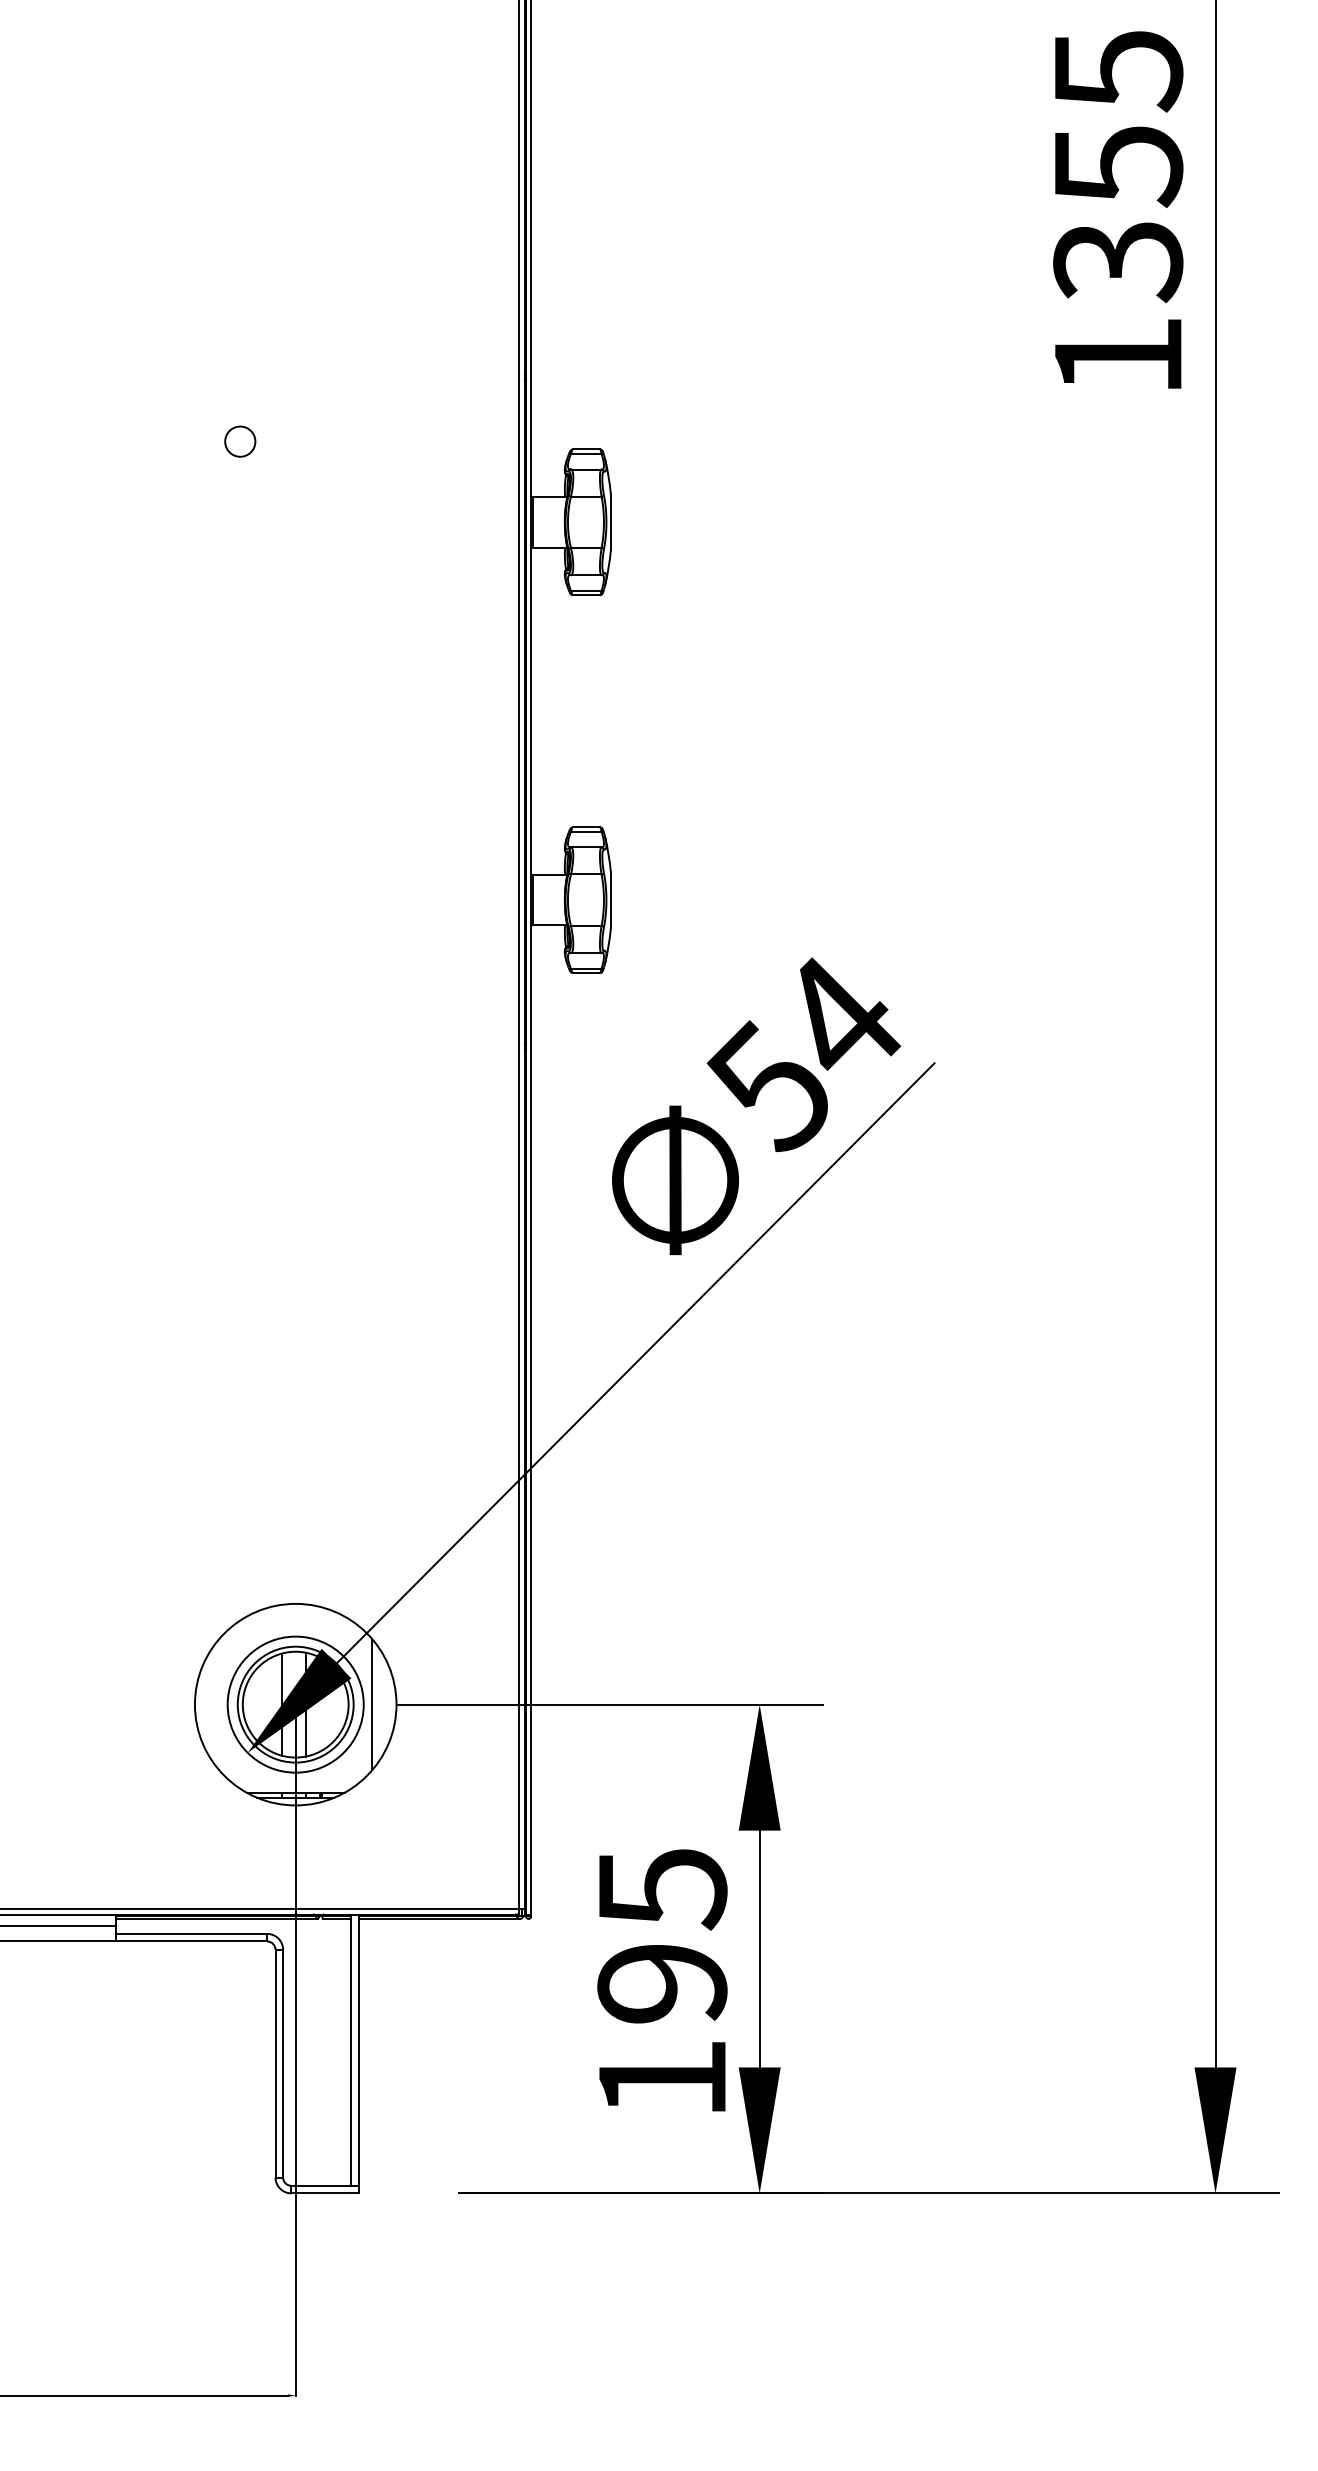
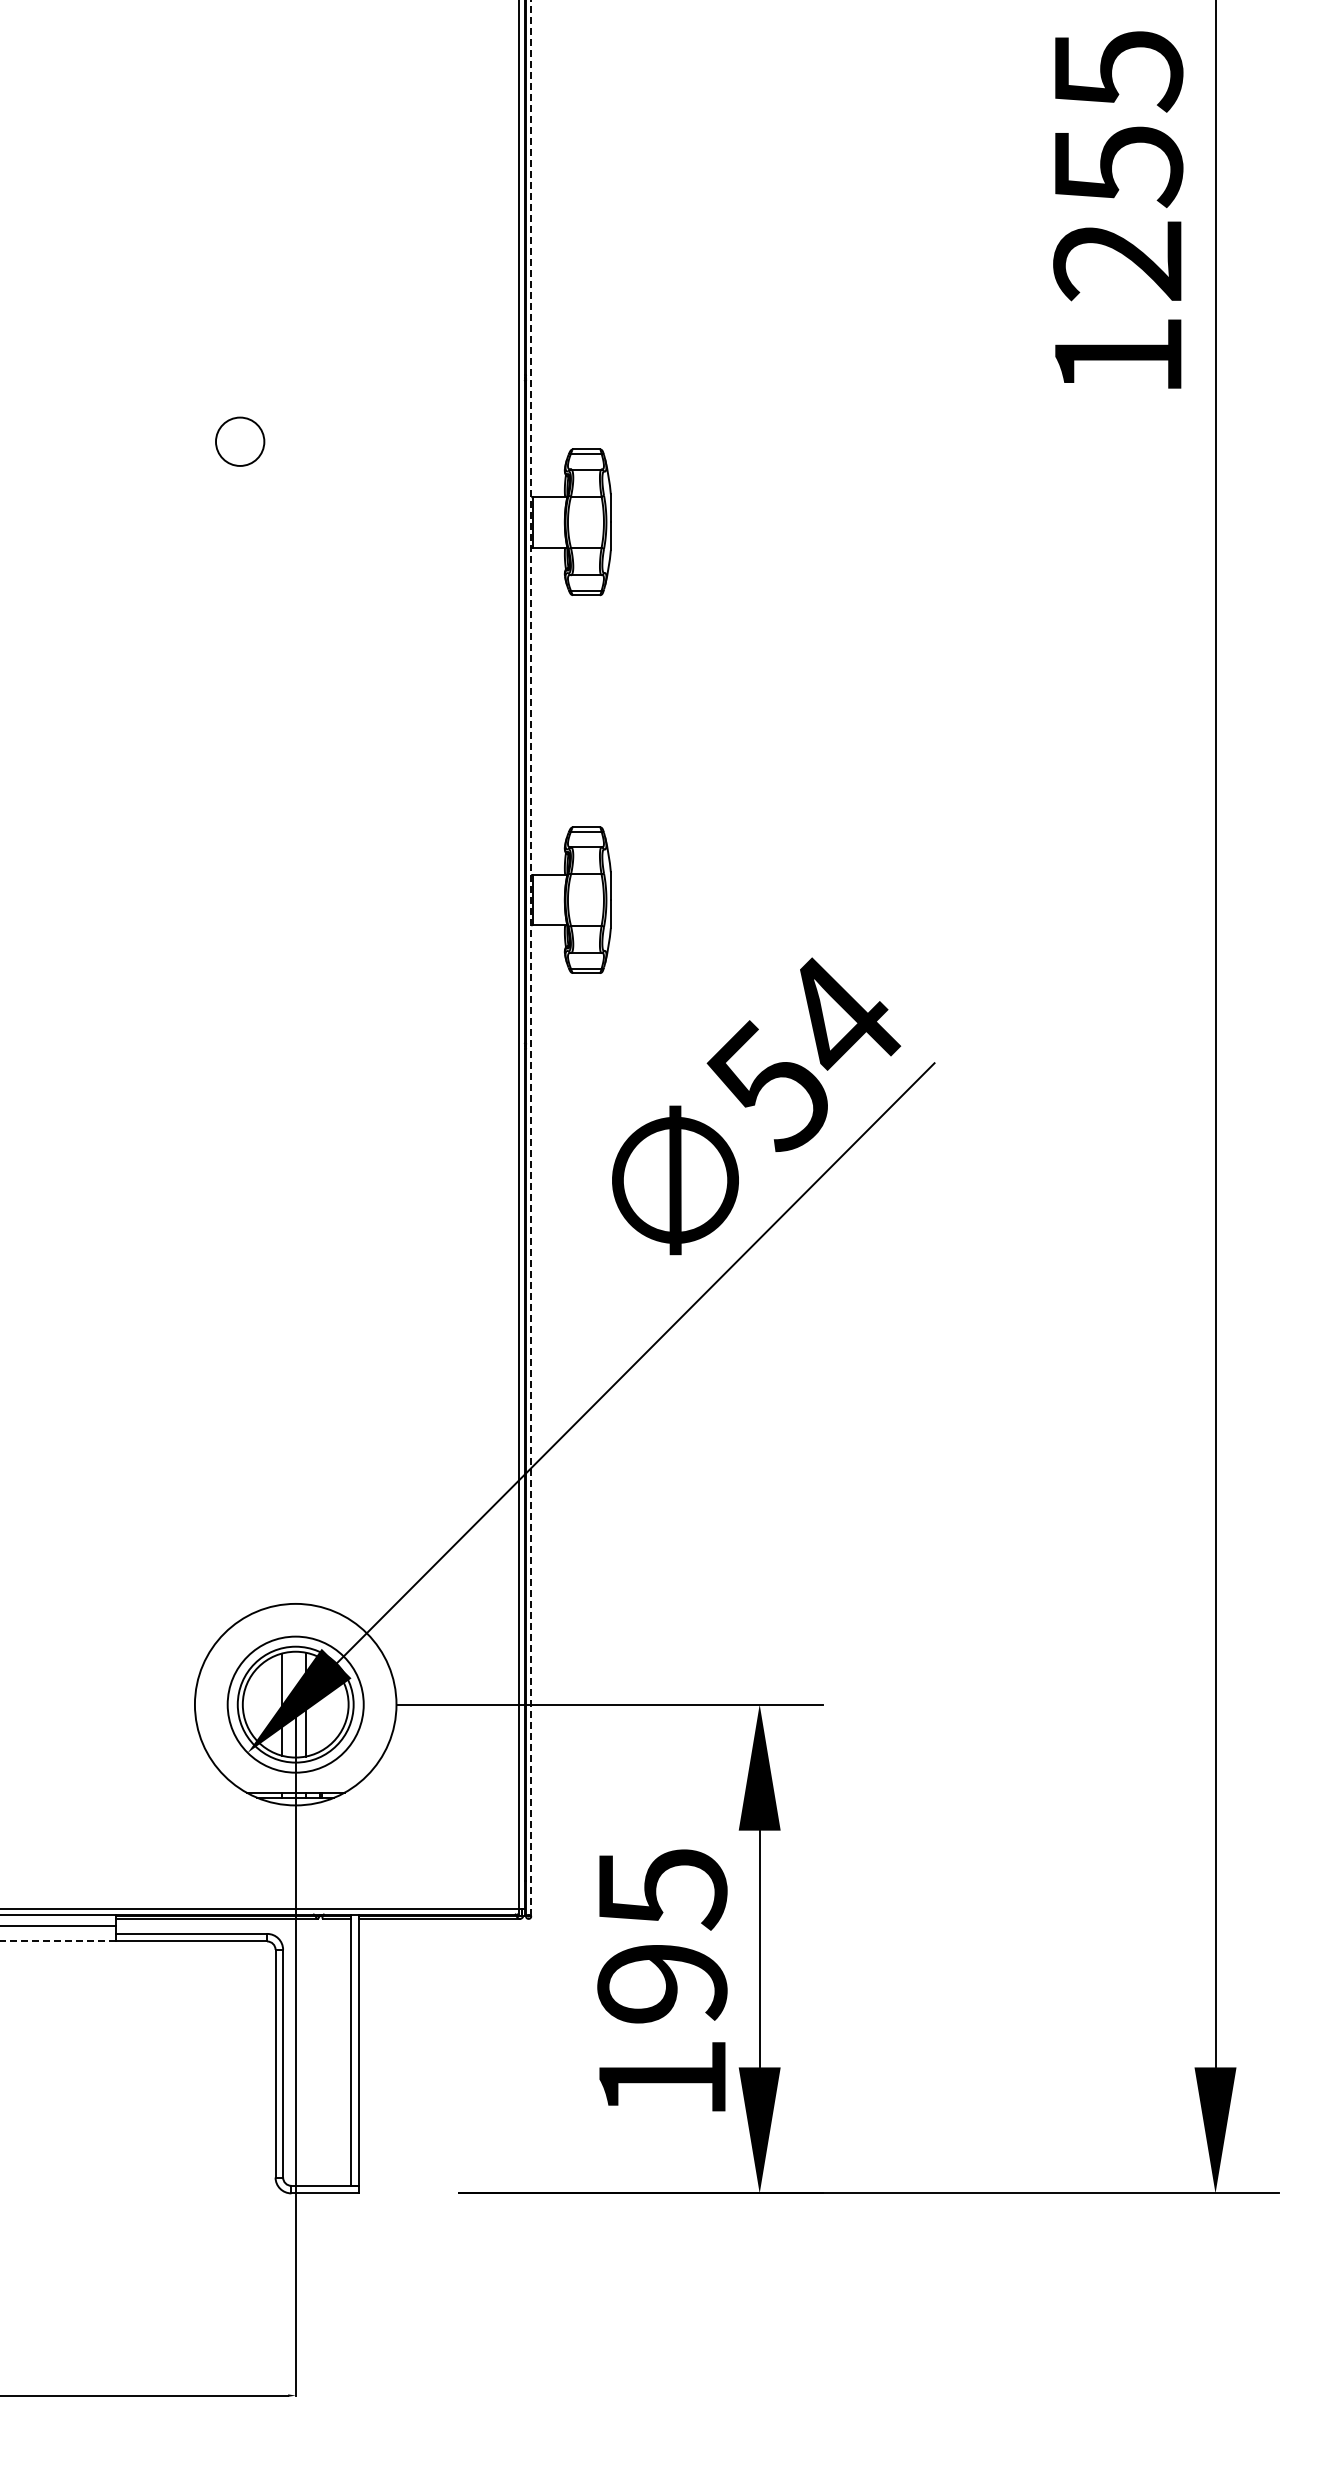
text at (1118, 262): 1355 -> 1255
circle at (240, 441) size: 33x33 px -> 51x51 px
line at (531, 958): solid -> dashed
line at (372, 1704): present -> none
line at (58, 1941): solid -> dashed
